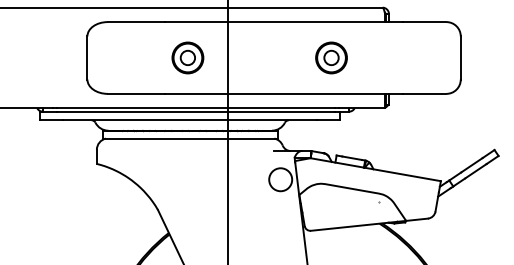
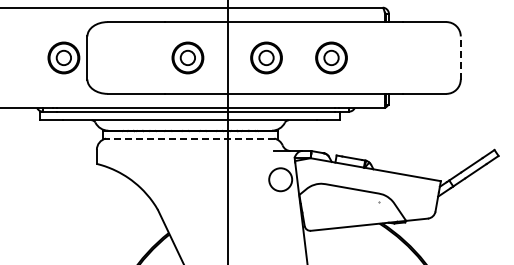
part at (63, 57): none -> present
part at (266, 57): none -> present
line at (460, 57): solid -> dashed
line at (190, 138): solid -> dashed
